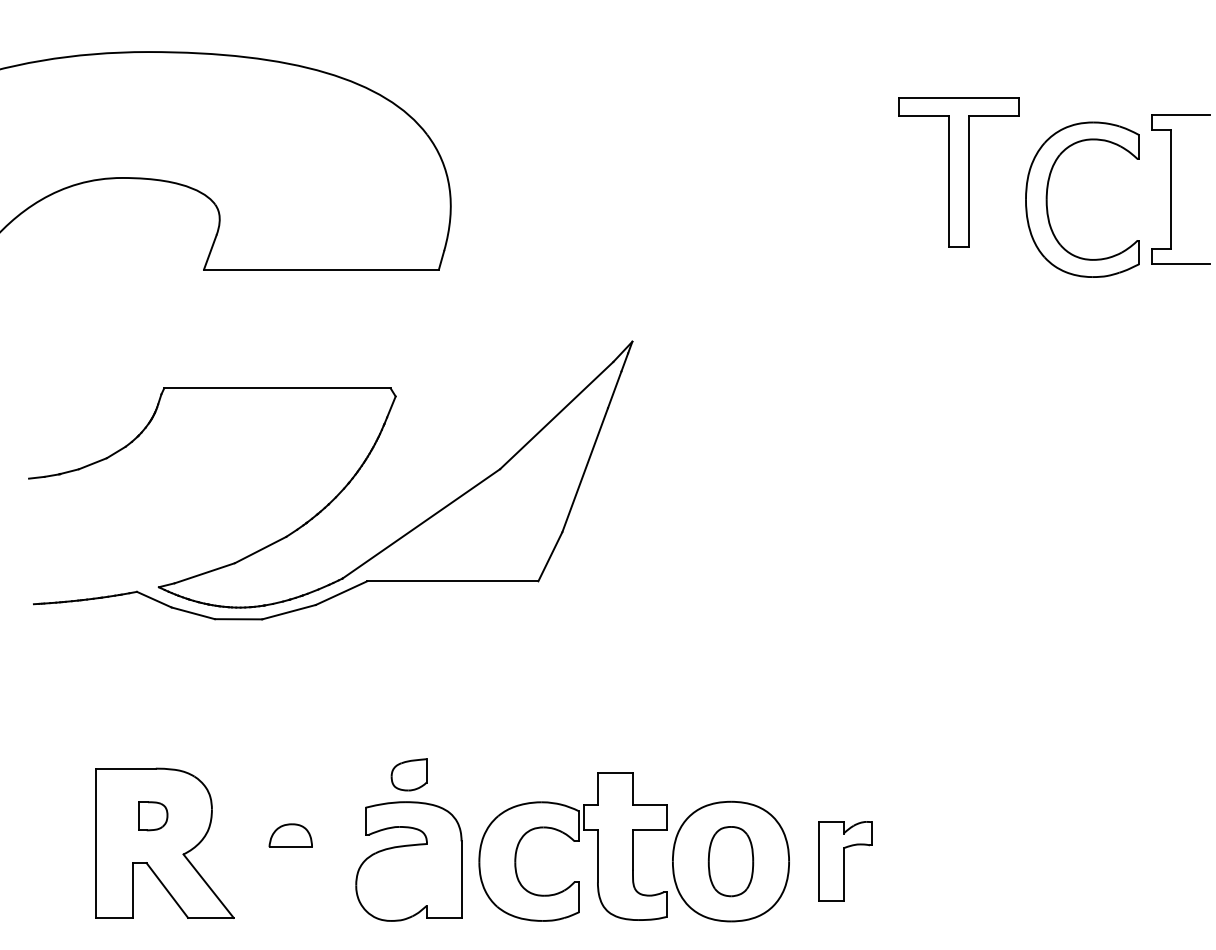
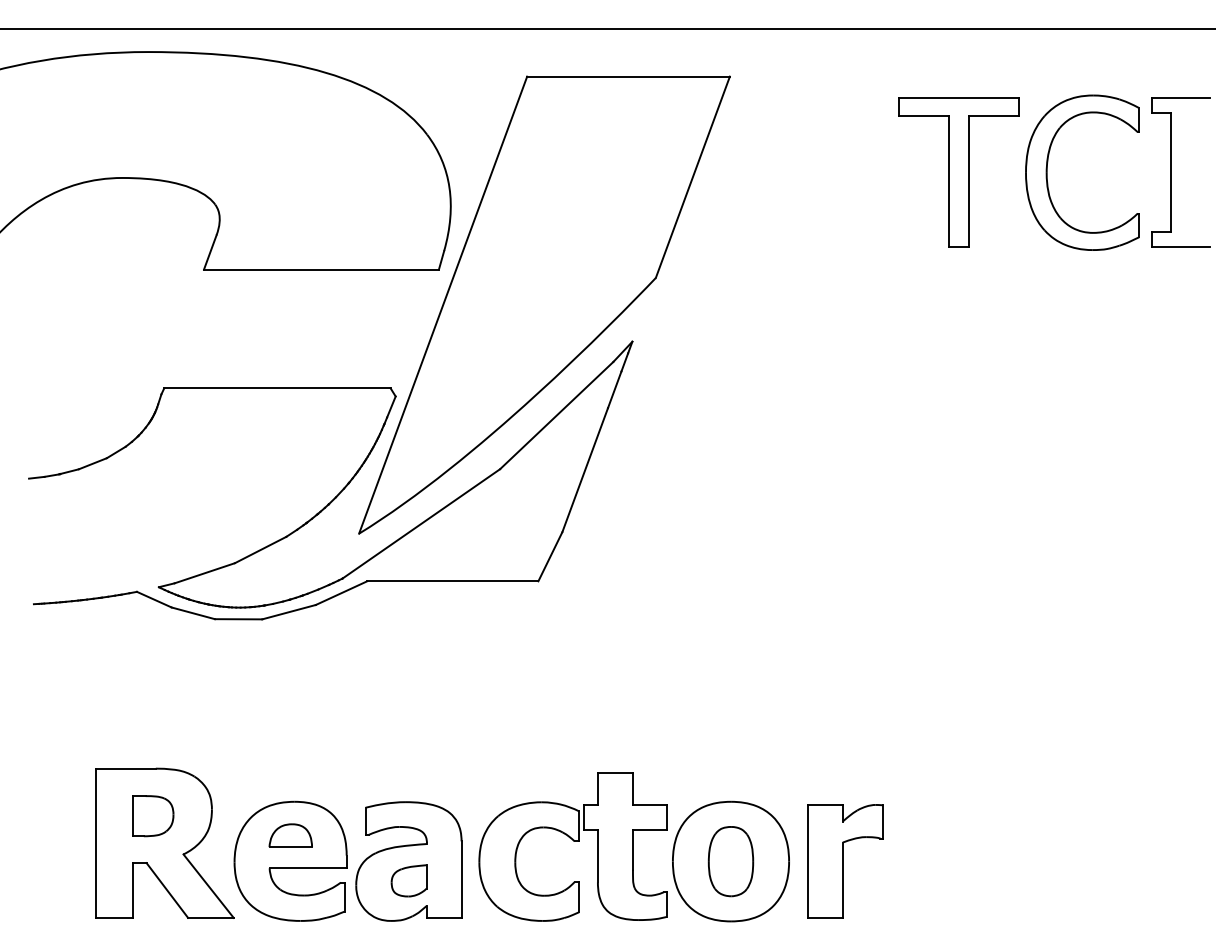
line at (607, 28): none -> present
part at (1171, 189) position: (1171, 189) -> (1171, 172)
part at (1047, 199) position: (1047, 199) -> (1047, 172)
part at (544, 304): none -> present
part at (408, 774) position: (408, 774) -> (408, 880)
part at (153, 816) size: 31x31 px -> 43x43 px
part at (290, 860): none -> present
part at (845, 861) size: 55x81 px -> 77x115 px
